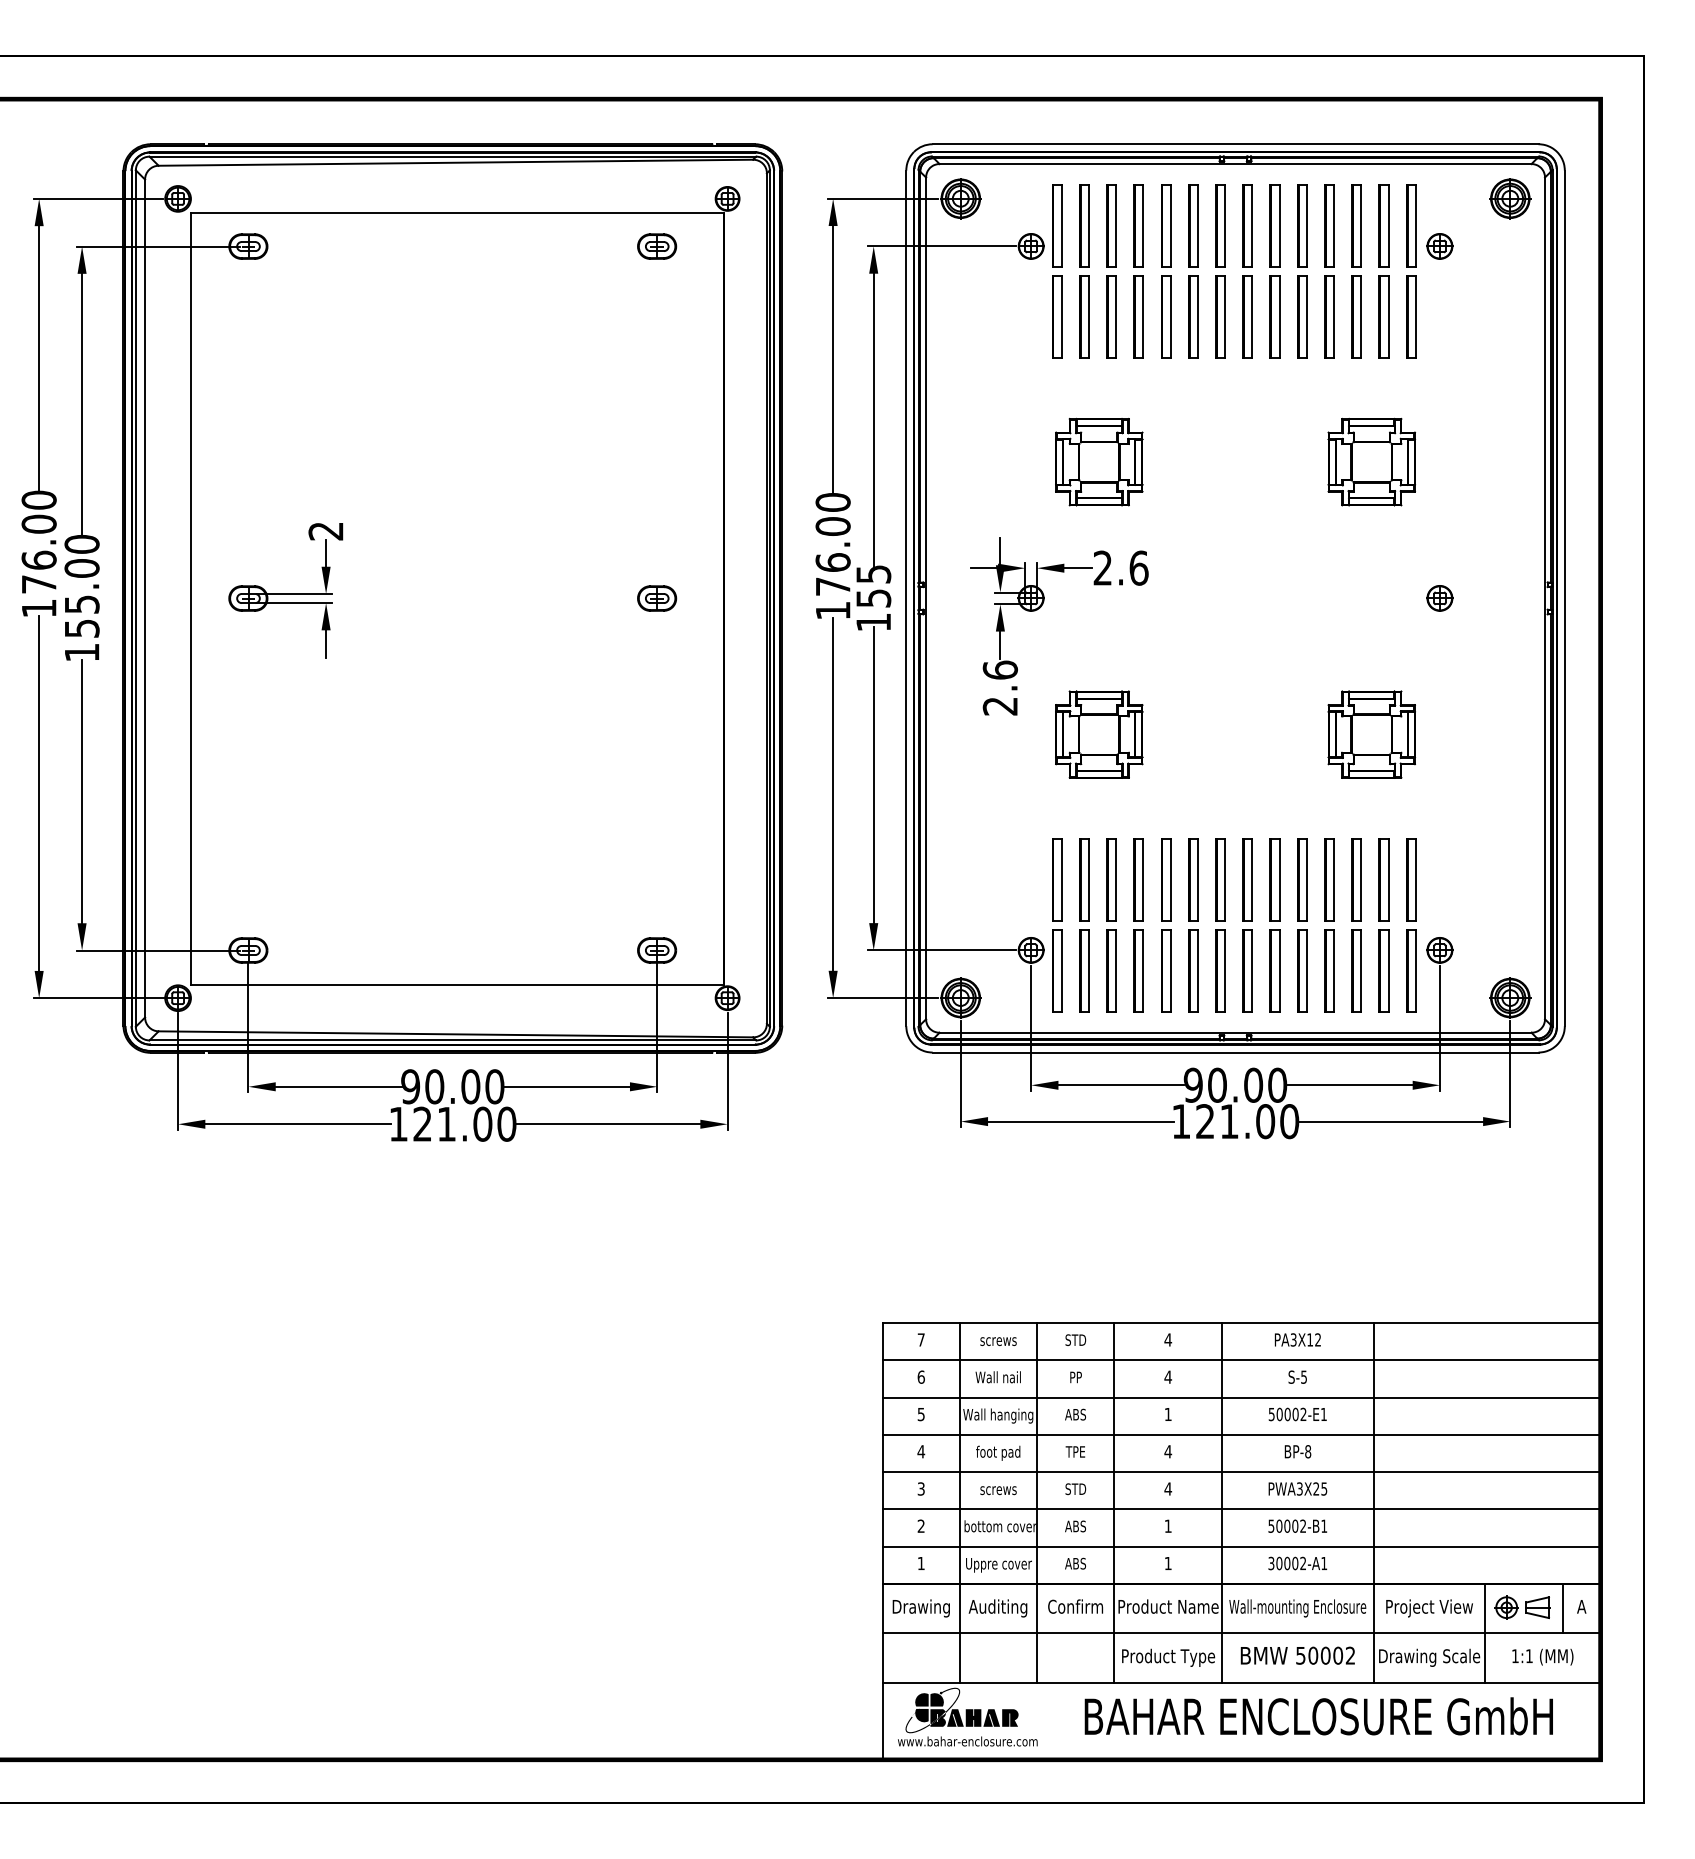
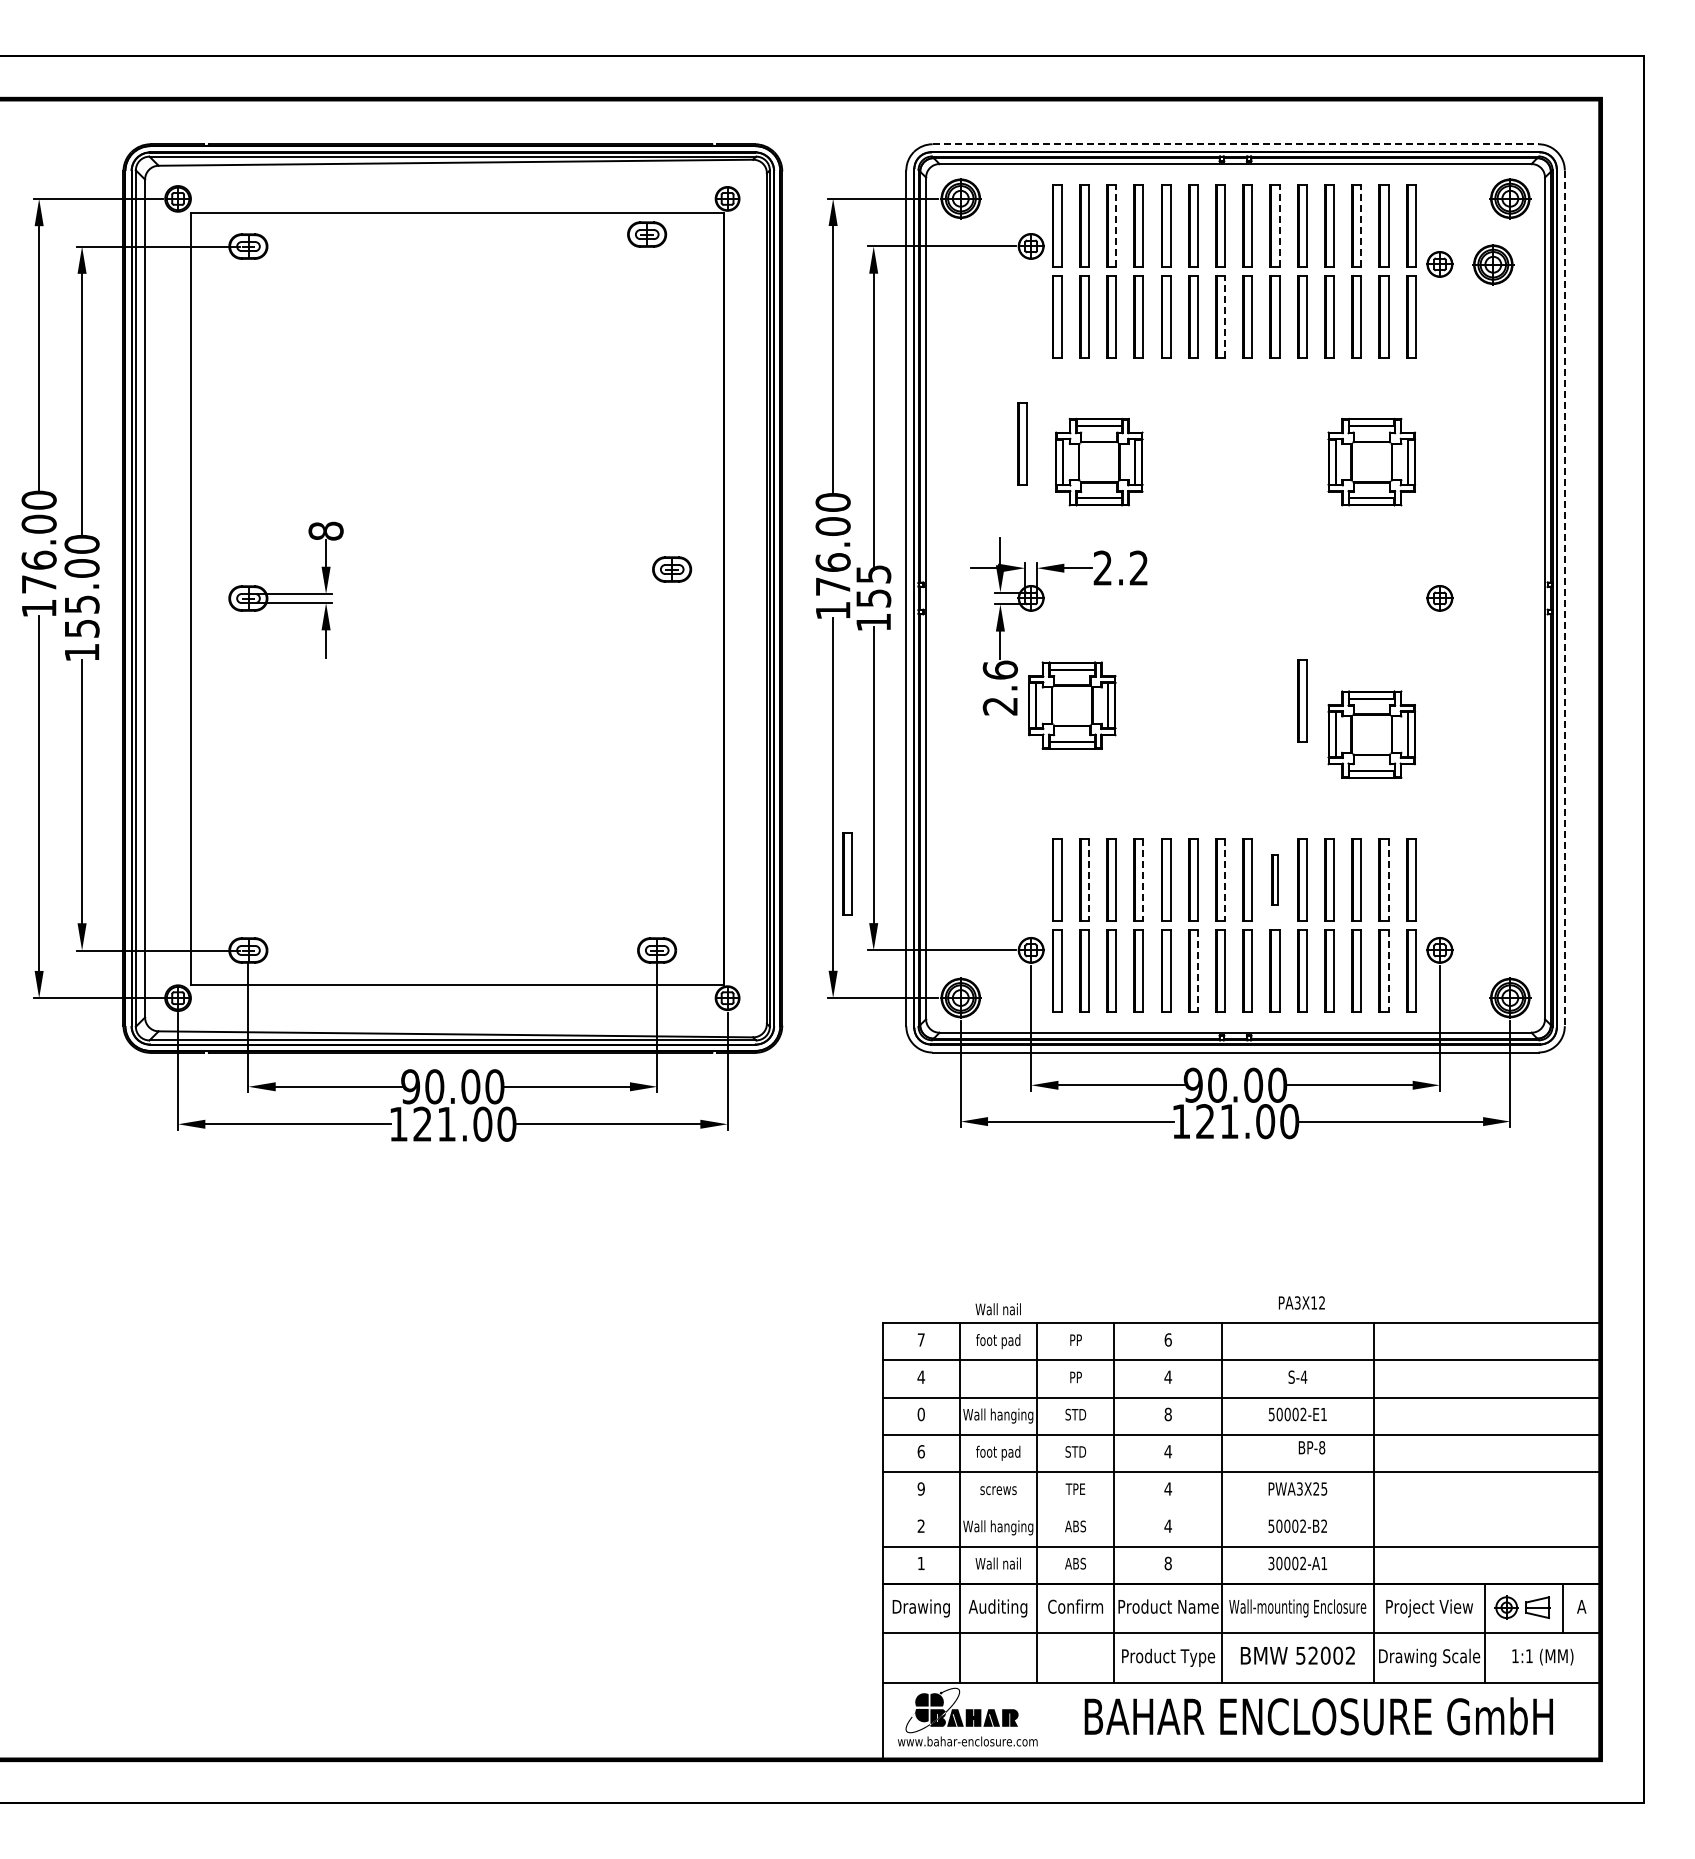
line at (1235, 144): solid -> dashed
line at (1116, 226): solid -> dashed
line at (1279, 226): solid -> dashed
line at (1361, 226): solid -> dashed
part at (657, 246) position: (657, 246) -> (647, 234)
part at (1439, 246) position: (1439, 246) -> (1439, 264)
part at (1493, 264): none -> present
line at (1225, 316): solid -> dashed
part at (1022, 443): none -> present
text at (325, 530): 2 -> 8
text at (1138, 567): 2.6 -> 2.2
part at (657, 598) position: (657, 598) -> (672, 569)
line at (1564, 598): solid -> dashed
part at (1302, 700): none -> present
part at (1099, 734) position: (1099, 734) -> (1072, 705)
part at (847, 873): none -> present
line at (1088, 879): solid -> dashed
line at (1143, 879): solid -> dashed
line at (1225, 879): solid -> dashed
part at (1274, 879) size: 12x84 px -> 8x52 px
line at (1388, 879): solid -> dashed
line at (1197, 970): solid -> dashed
line at (1388, 970): solid -> dashed
text at (1168, 1339): 4 -> 6
text at (1297, 1339) position: (1297, 1339) -> (1301, 1302)
text at (1075, 1340): STD -> PP
text at (998, 1341): screws -> foot pad
text at (921, 1376): 6 -> 4
text at (1303, 1376): S-5 -> S-4
text at (997, 1377) position: (997, 1377) -> (997, 1309)
text at (920, 1414): 5 -> 0
text at (1075, 1414): ABS -> STD
text at (1167, 1414): 1 -> 8
text at (921, 1451): 4 -> 6
text at (1075, 1451): TPE -> STD
text at (1297, 1451) position: (1297, 1451) -> (1311, 1447)
text at (920, 1488): 3 -> 9
text at (1075, 1489): STD -> TPE
line at (1241, 1509): present -> none
text at (1168, 1525): 1 -> 4
text at (1323, 1525): 50002-B1 -> 50002-B2
text at (999, 1527): bottom cover -> Wall hanging
text at (1167, 1563): 1 -> 8
text at (998, 1564): Uppre cover -> Wall nail
text at (1313, 1655): 50002 -> 52002
